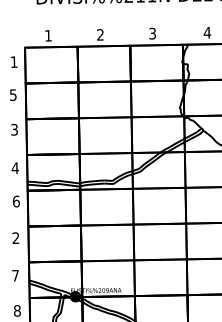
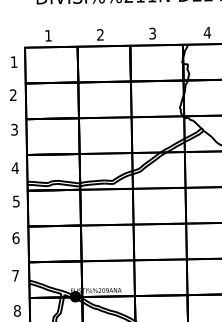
text at (12, 95): 5 -> 2
text at (15, 201): 6 -> 5
text at (15, 238): 2 -> 6
